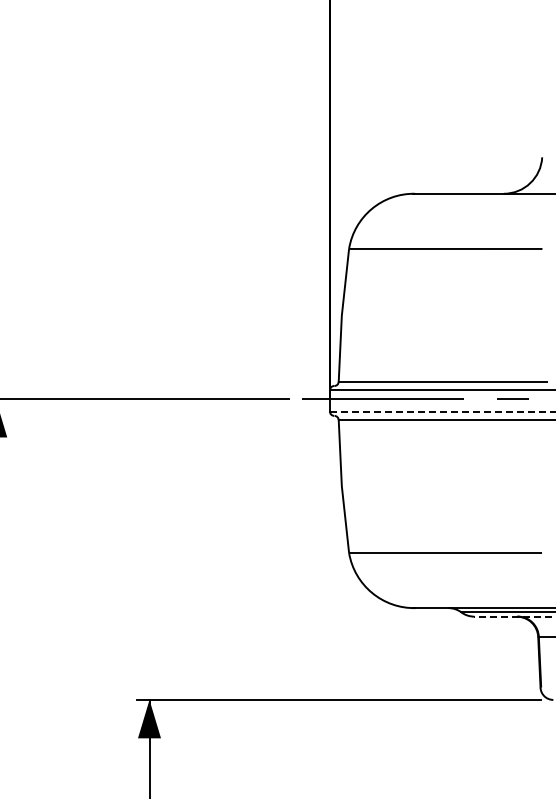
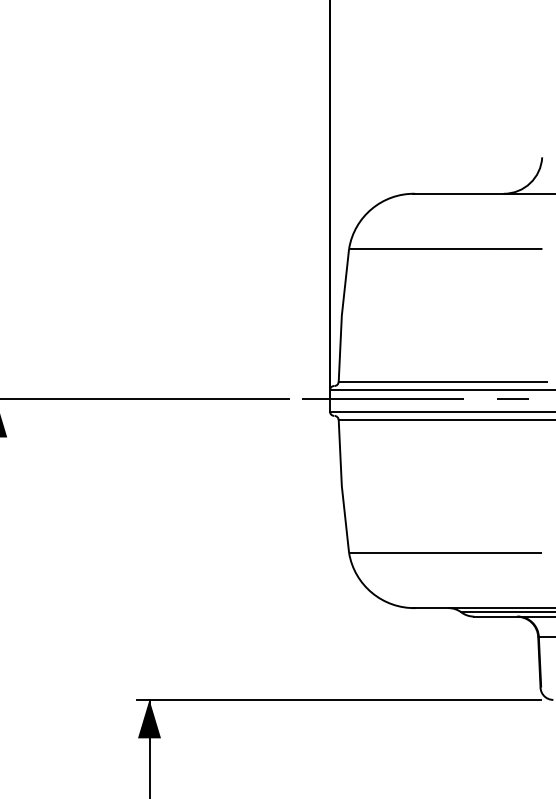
line at (443, 411): dashed -> solid
line at (514, 616): dashed -> solid
